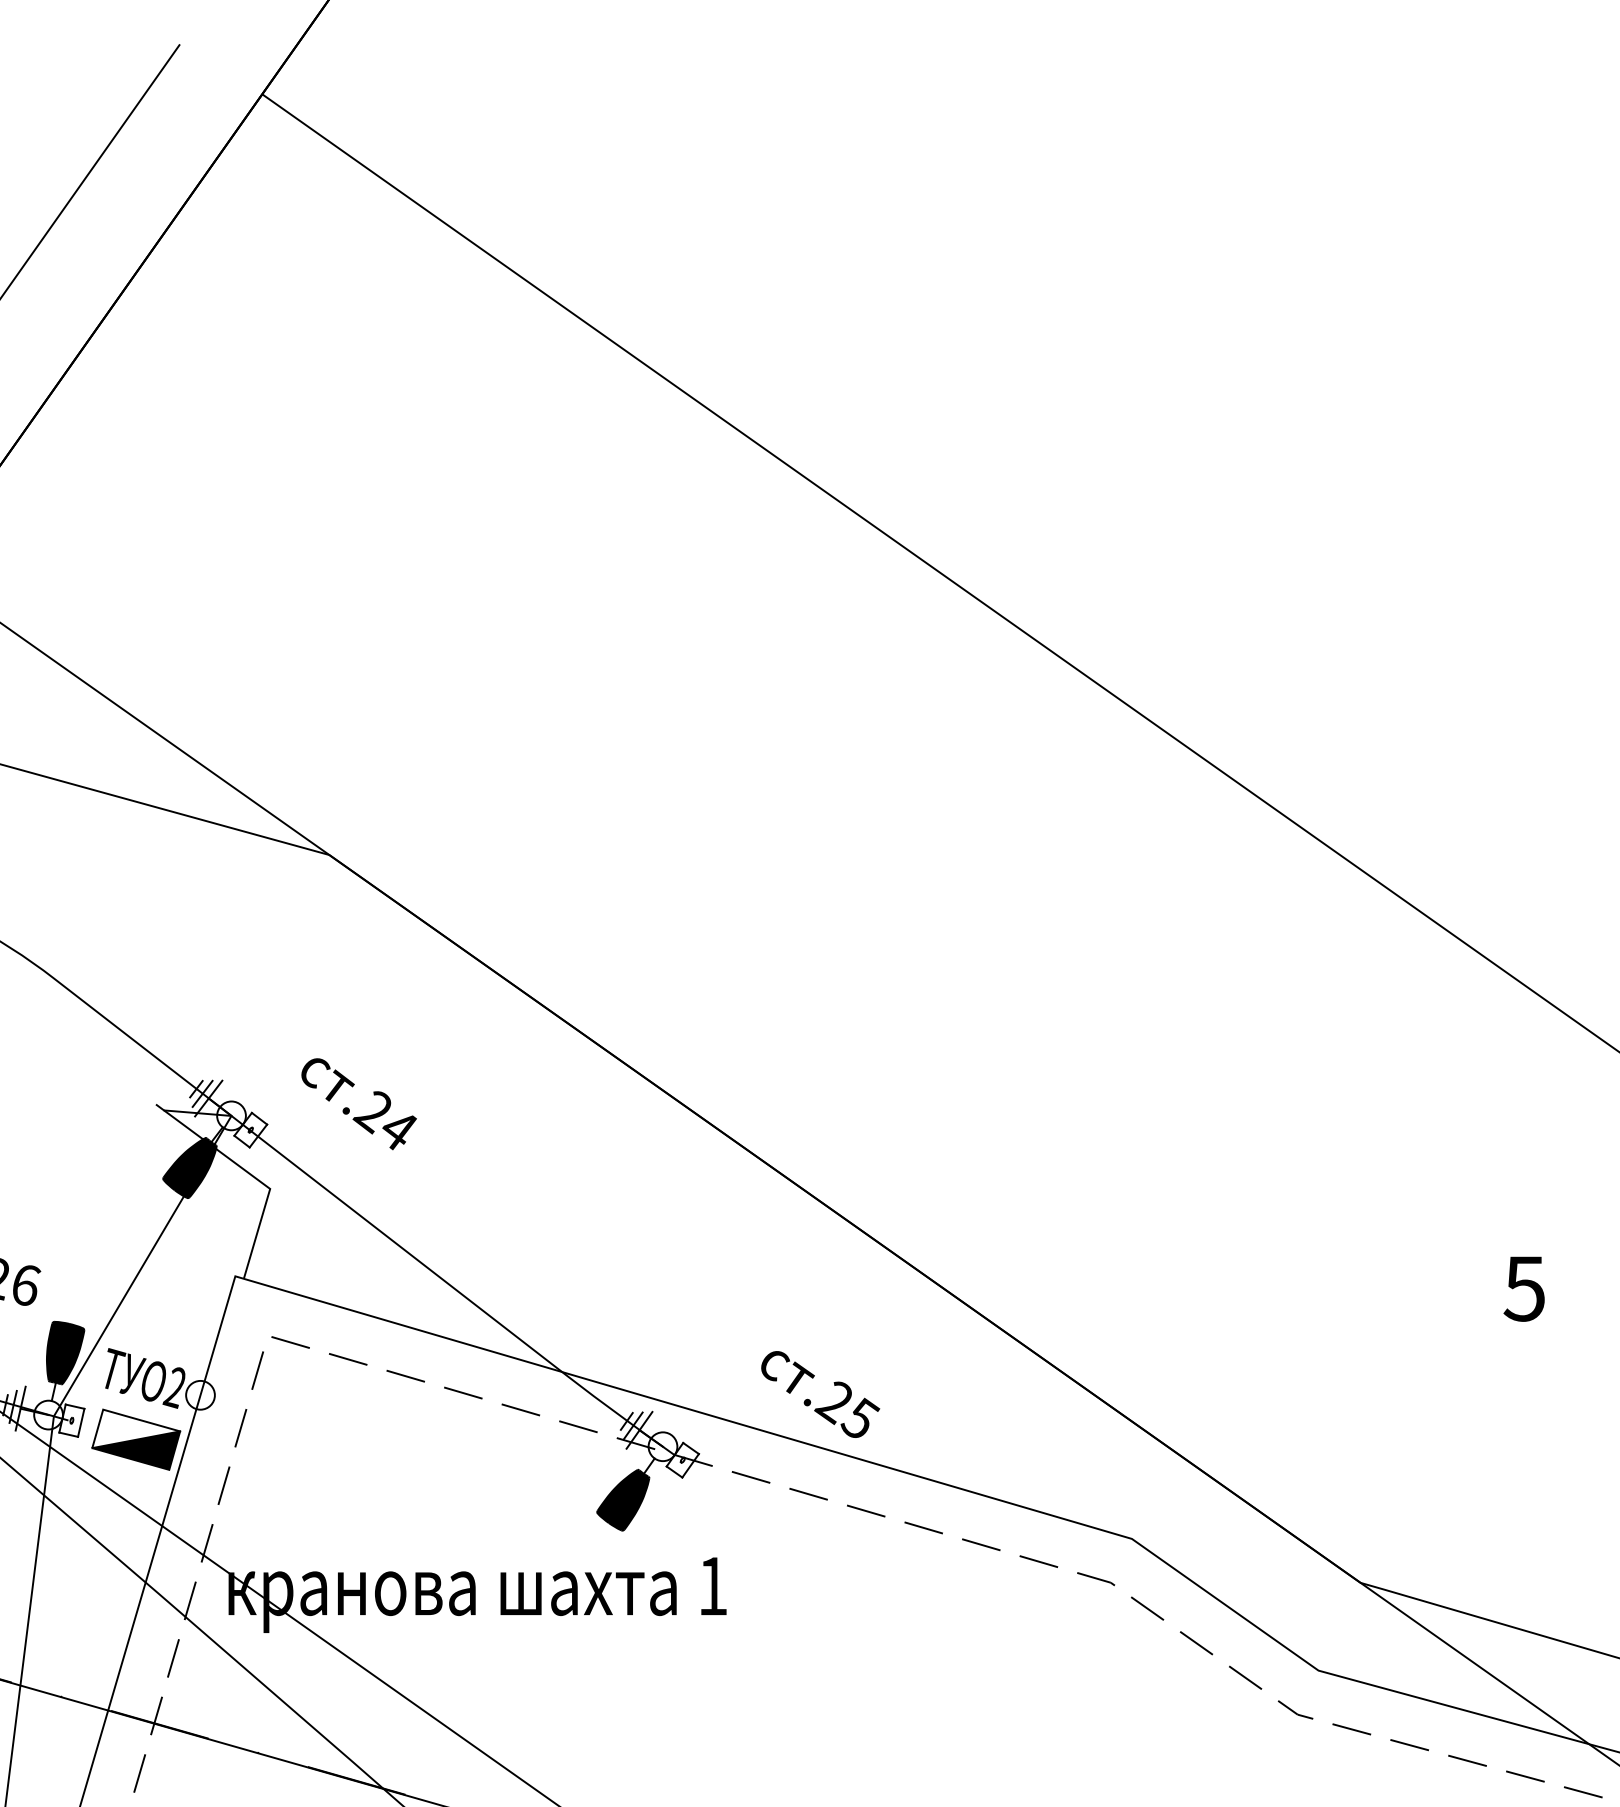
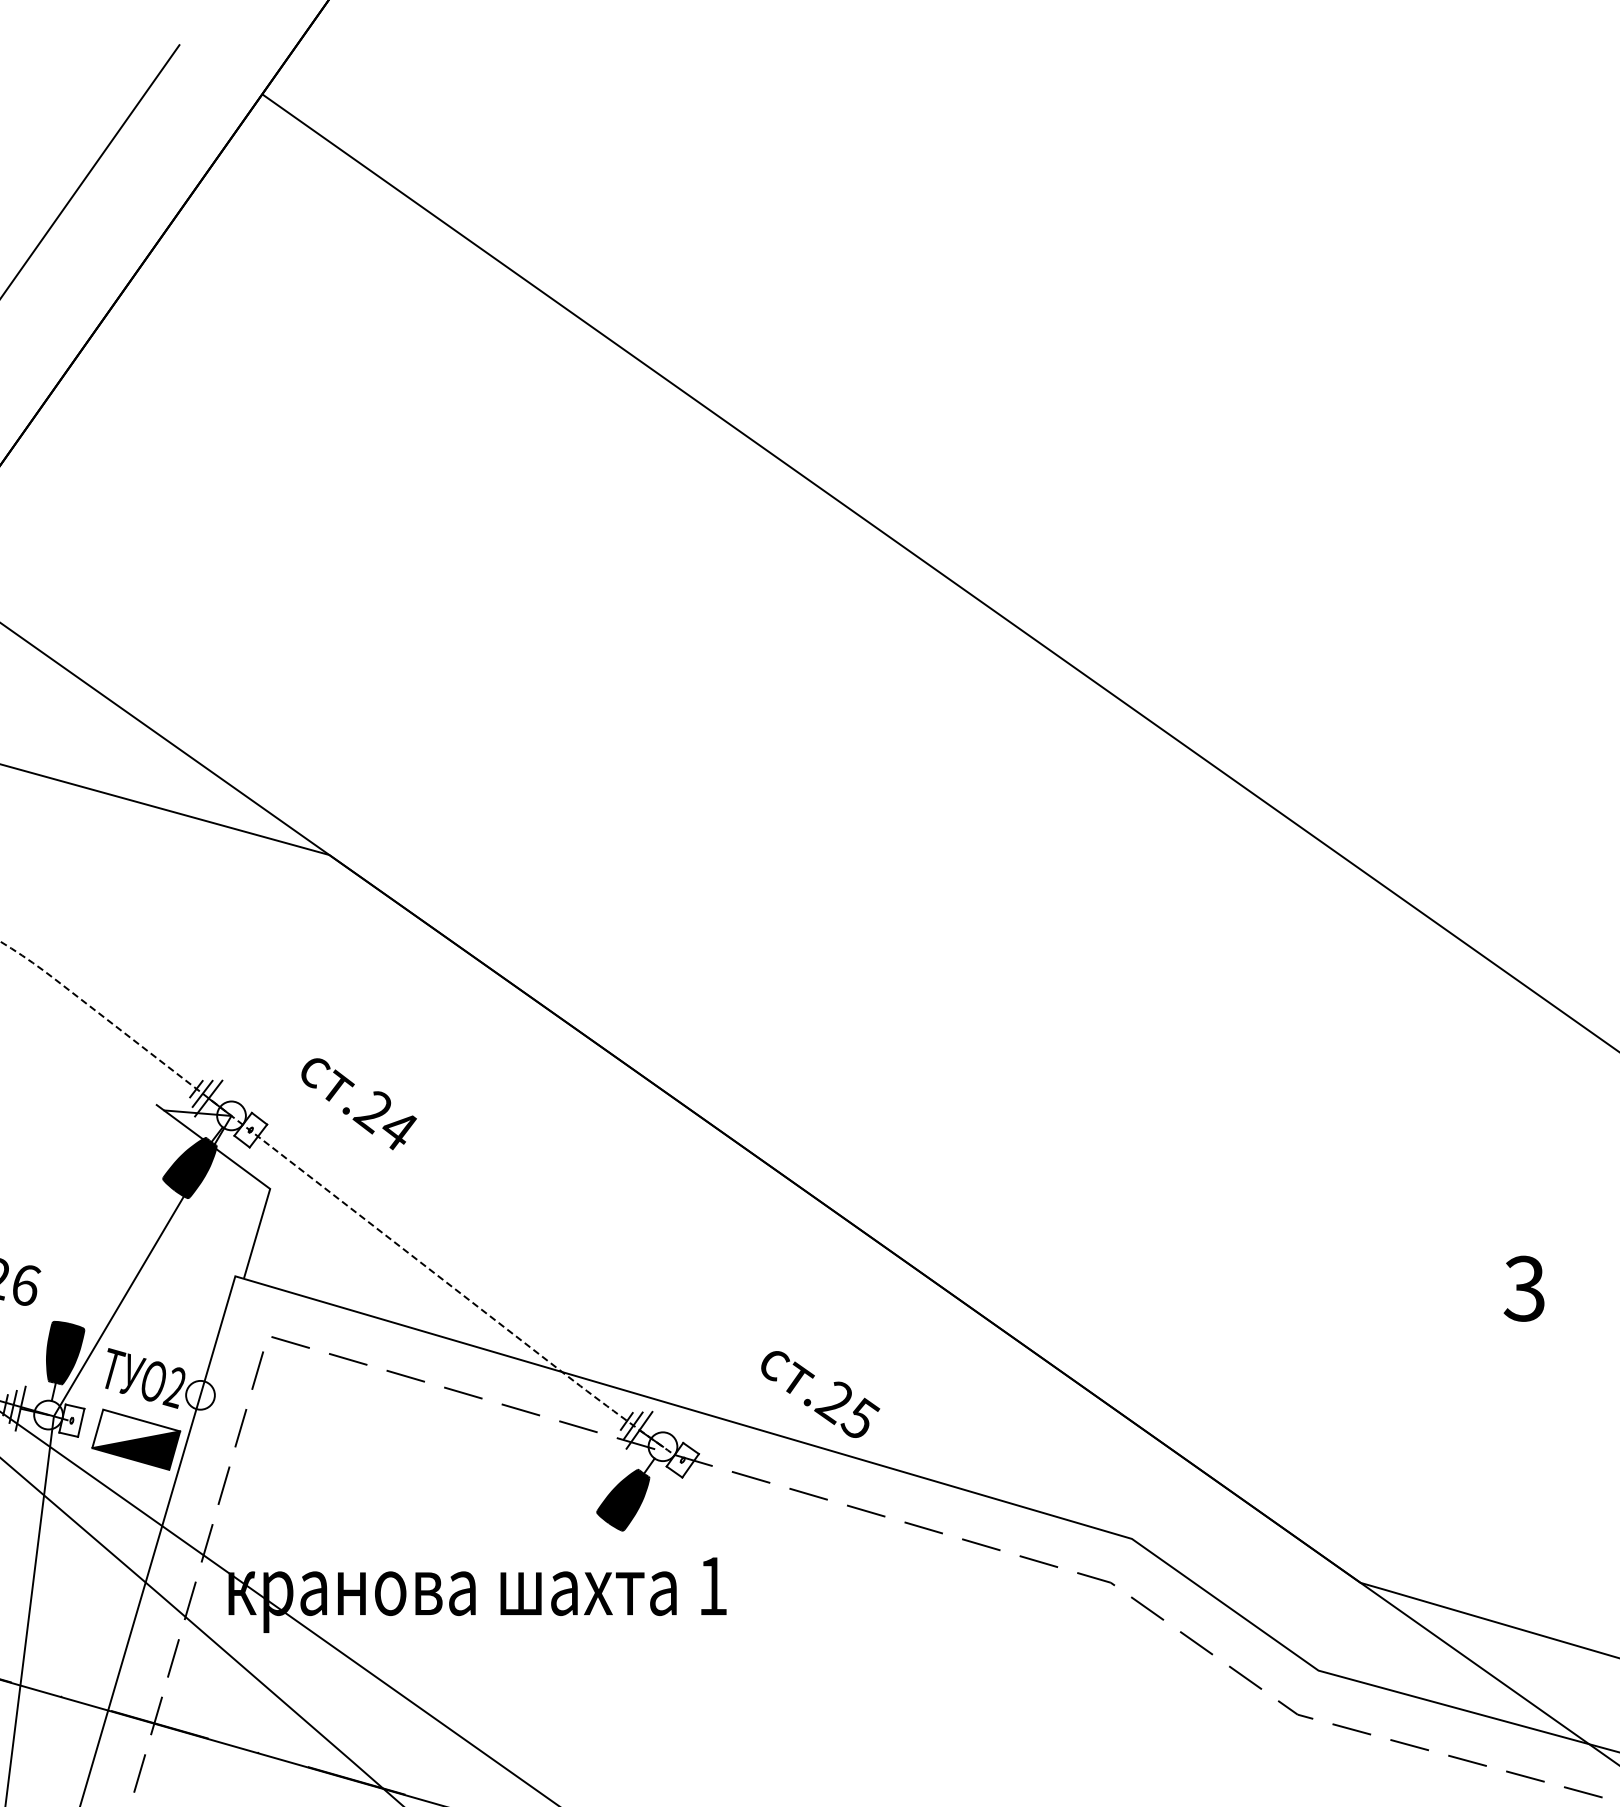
line at (338, 1199): solid -> dashed
text at (1523, 1288): 5 -> 3
